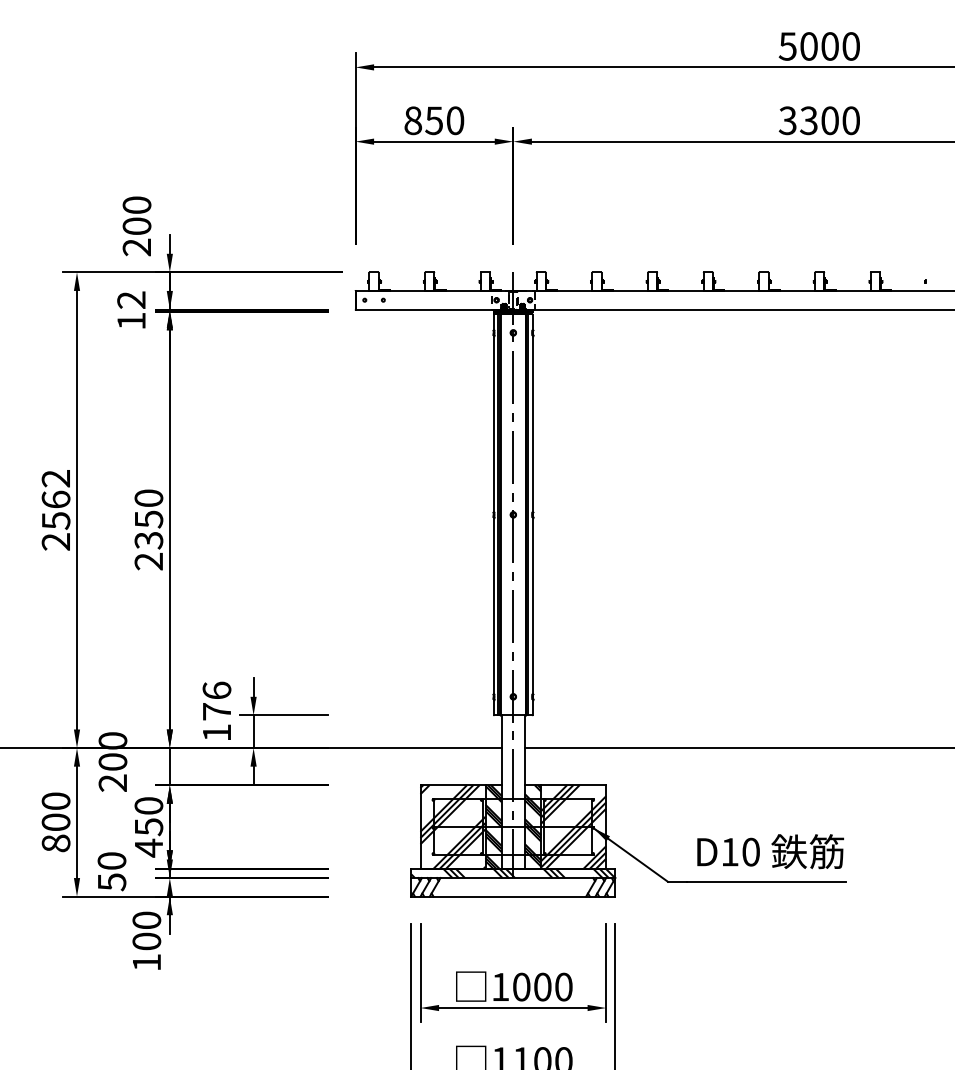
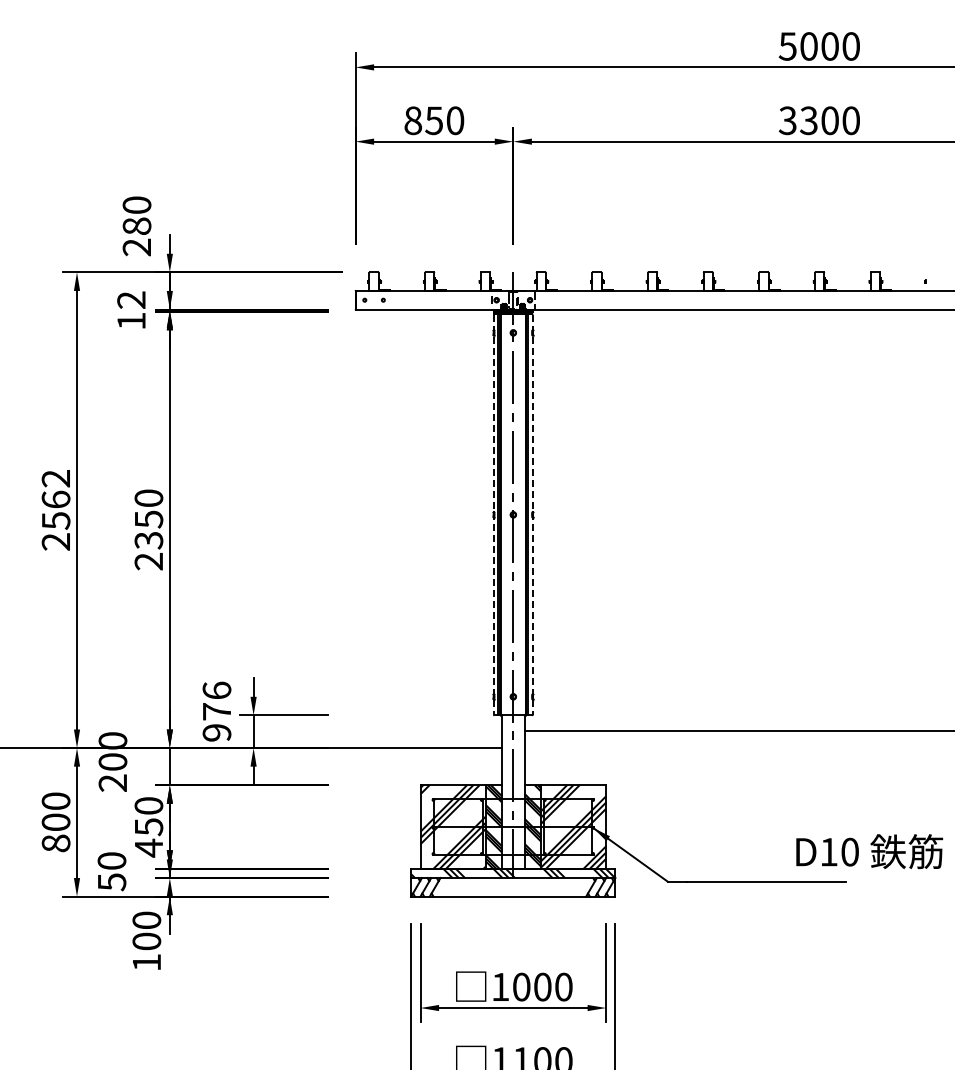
text at (137, 225): 200 -> 280
line at (493, 514): solid -> dashed
line at (532, 514): solid -> dashed
text at (216, 732): 176 -> 976
line at (737, 748) position: (737, 748) -> (737, 731)
text at (770, 851) position: (770, 851) -> (869, 851)
